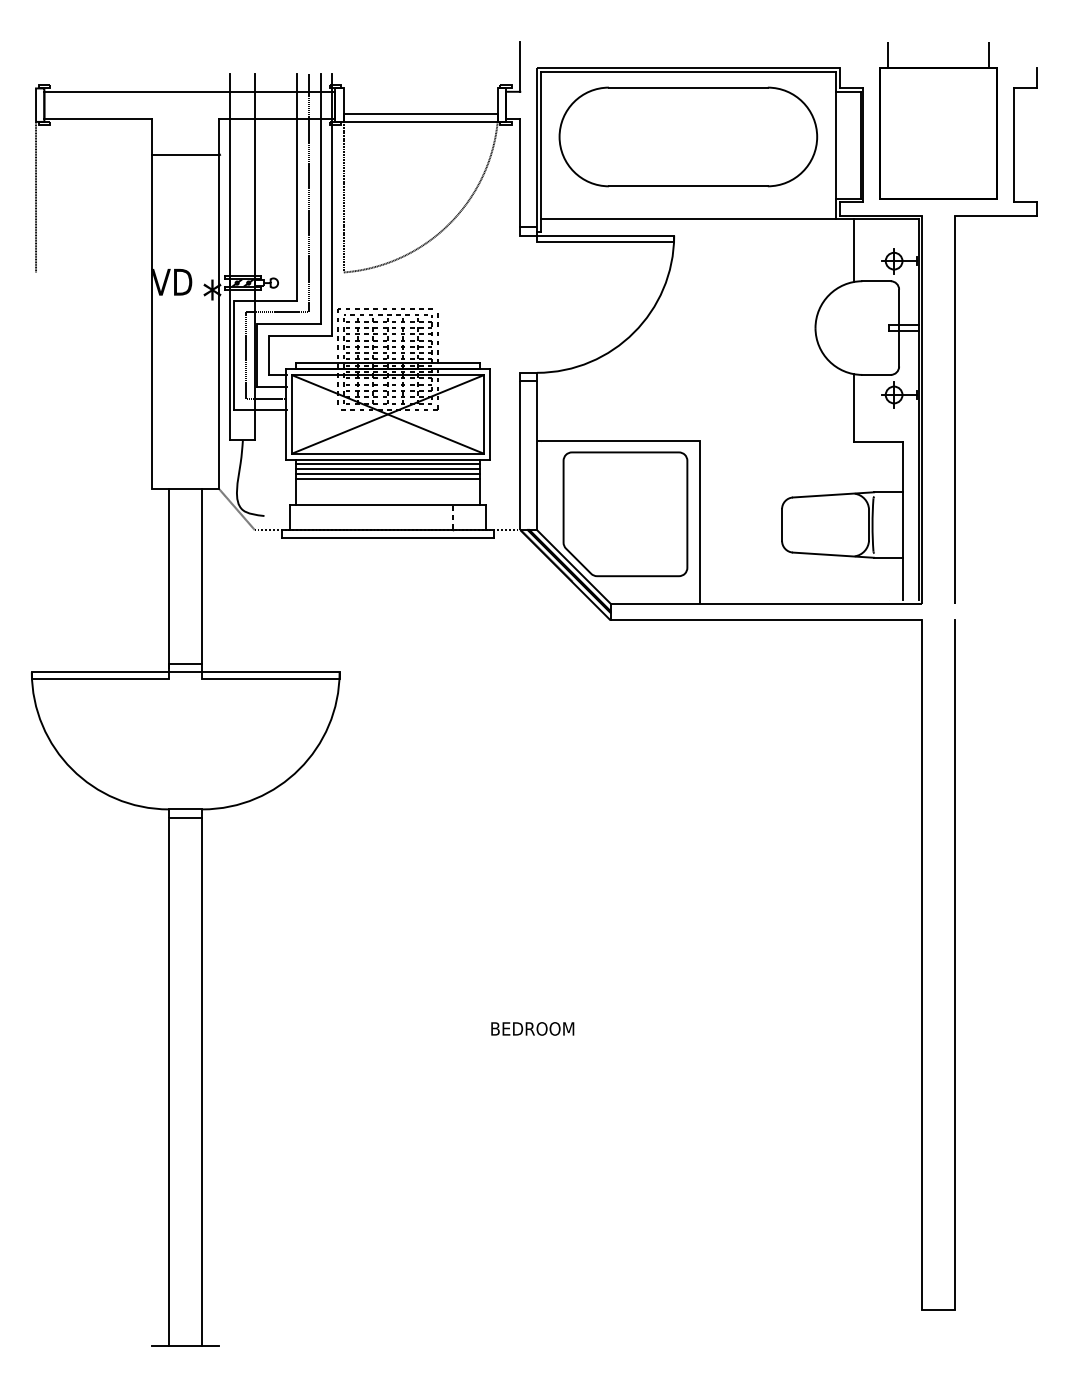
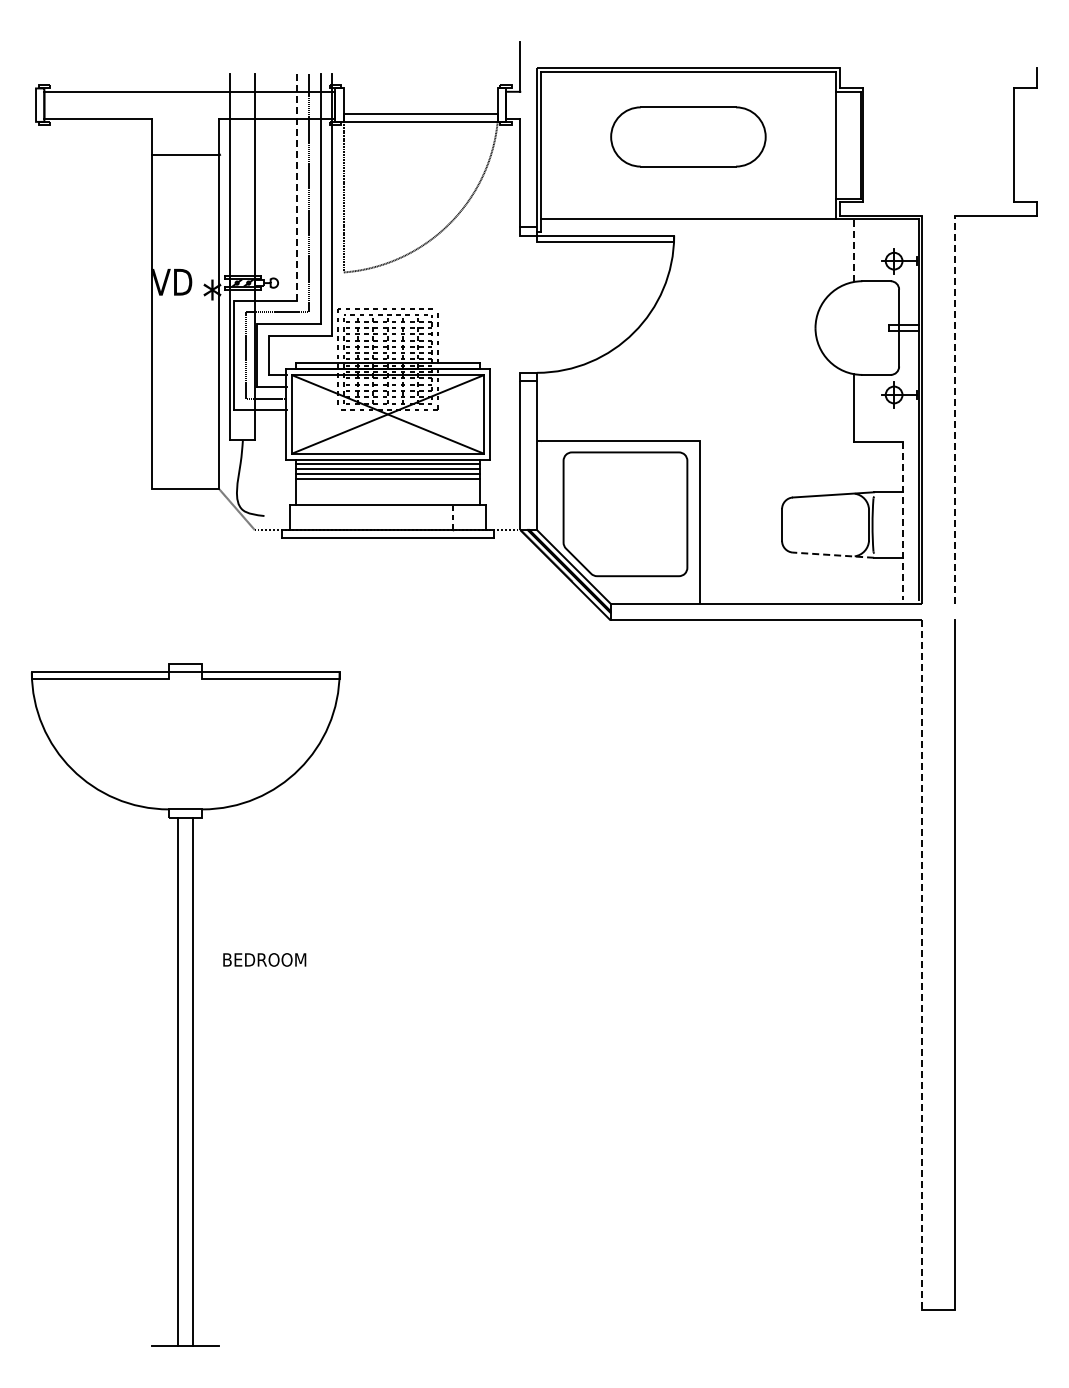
part at (938, 120): present -> none
part at (688, 136) size: 261x102 px -> 157x62 px
line at (297, 187): solid -> dashed
line at (36, 196): present -> none
line at (853, 250): solid -> dashed
line at (955, 409): solid -> dashed
line at (902, 521): solid -> dashed
line at (833, 555): solid -> dashed
line at (202, 576): present -> none
line at (169, 578): present -> none
line at (921, 965): solid -> dashed
text at (532, 1028) position: (532, 1028) -> (264, 959)
line at (169, 1081) position: (169, 1081) -> (178, 1081)
line at (202, 1081) position: (202, 1081) -> (193, 1081)
